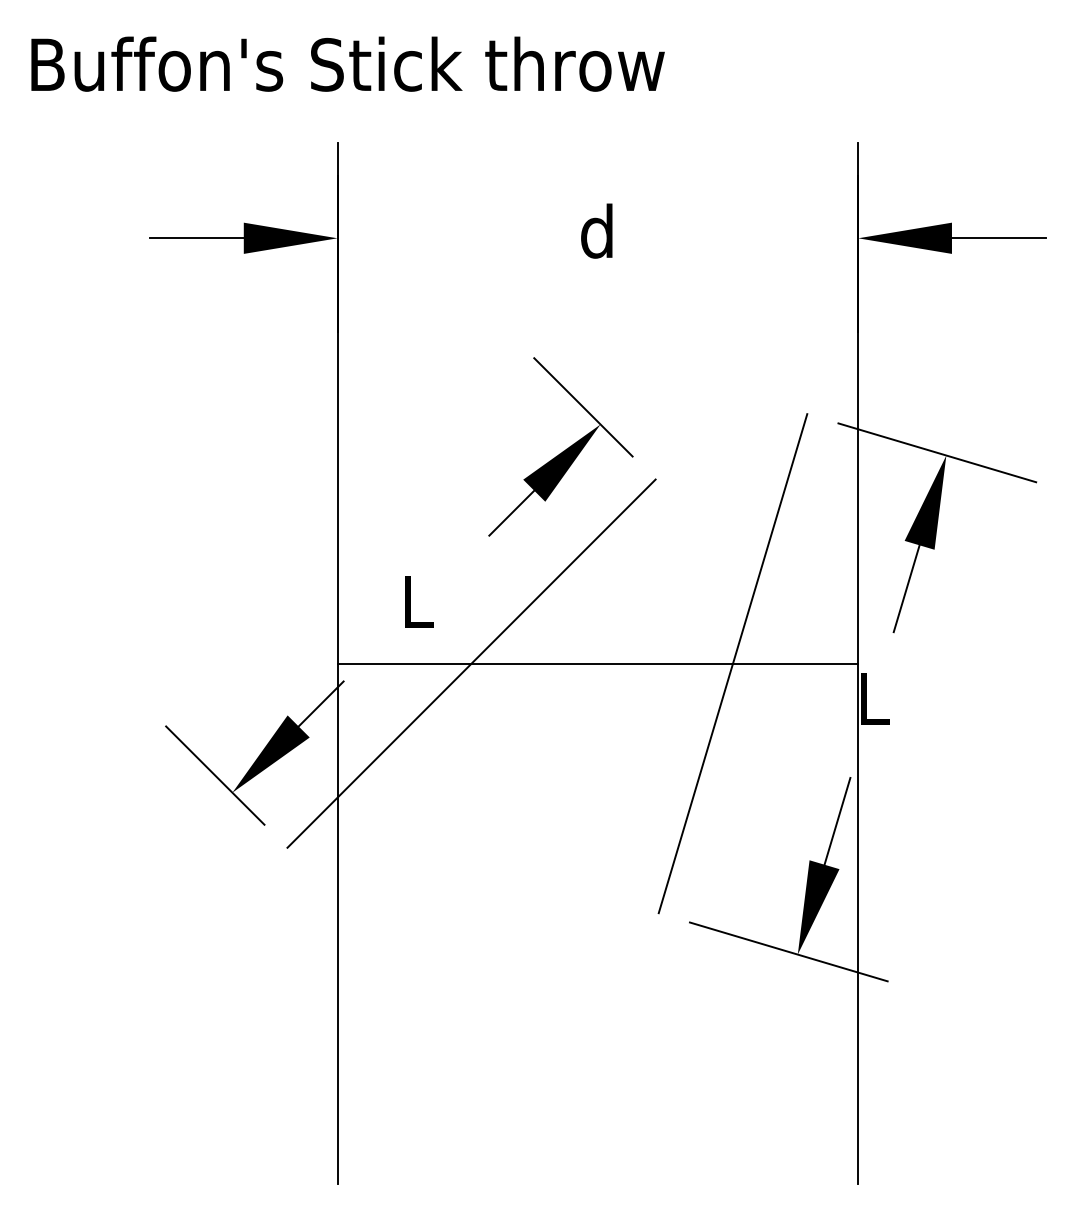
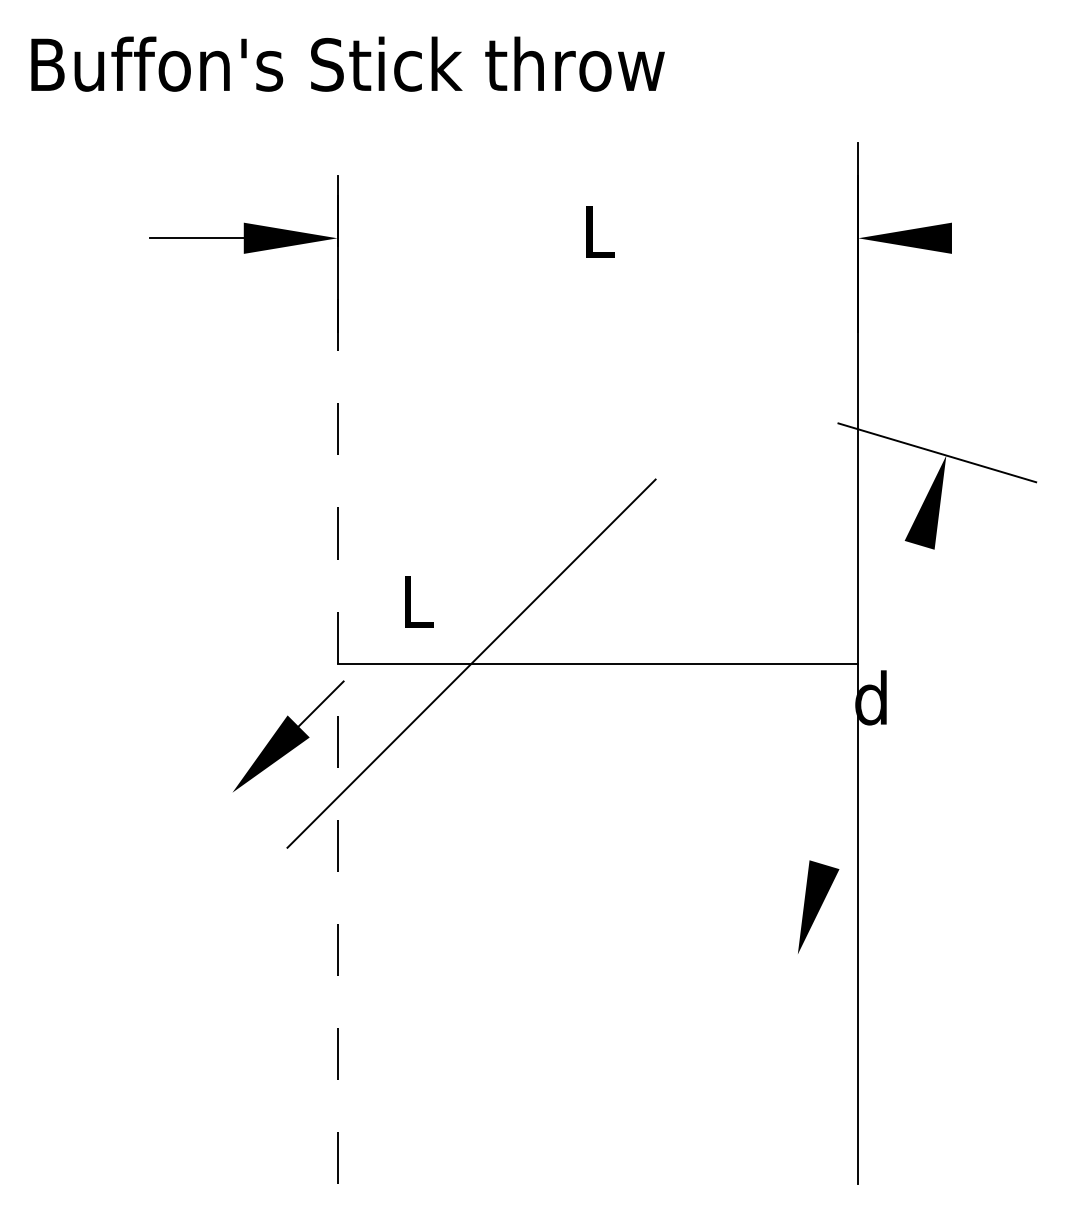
text at (597, 230): d -> L
line at (998, 238): present -> none
part at (560, 446): present -> none
line at (906, 588): present -> none
line at (337, 663): solid -> dashed
line at (732, 663): present -> none
text at (872, 697): L -> d
line at (215, 775): present -> none
line at (837, 820): present -> none
line at (788, 951): present -> none
